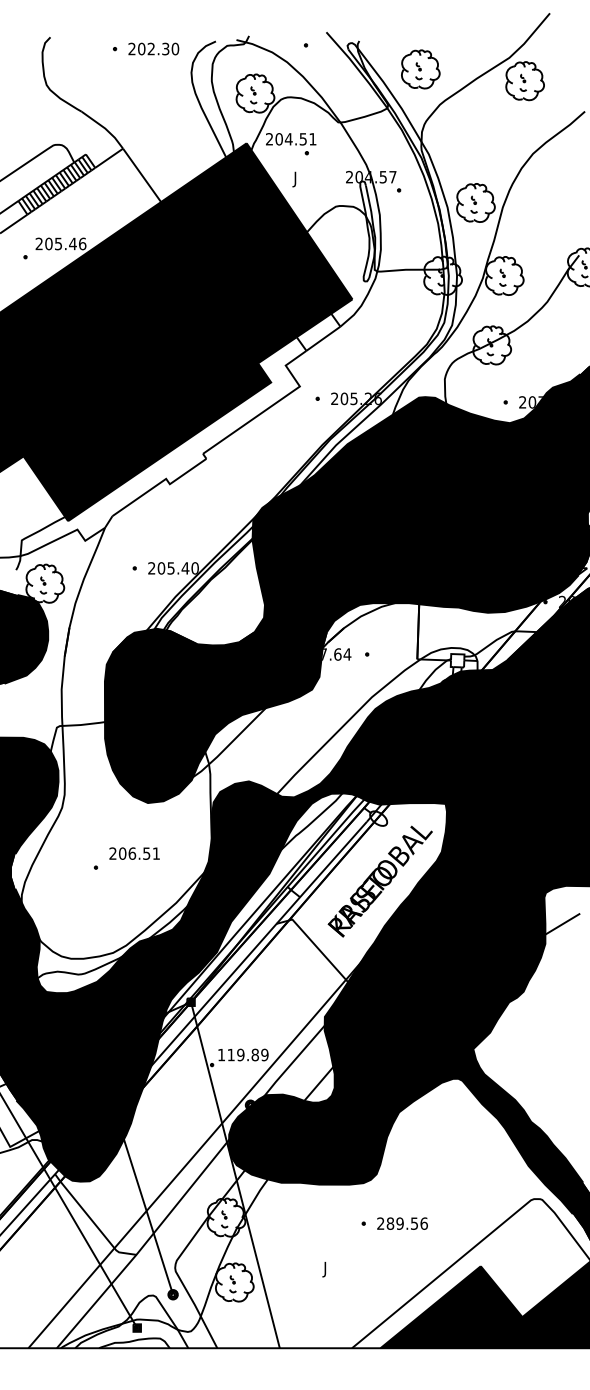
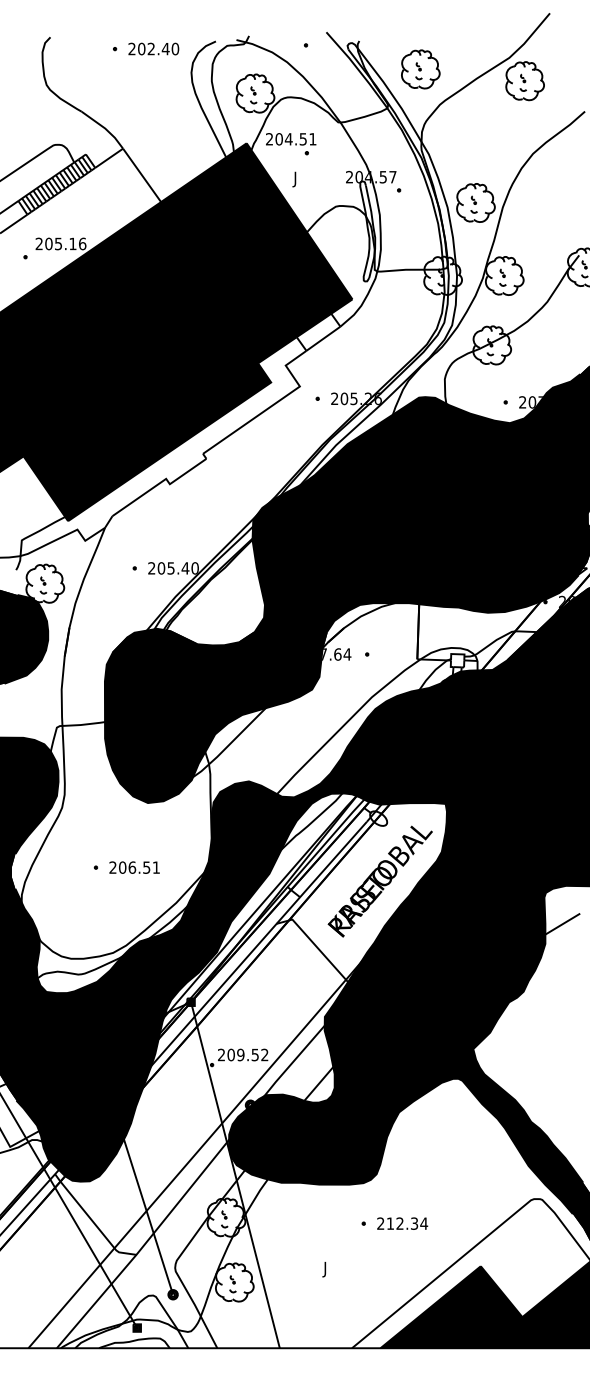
text at (165, 48): 202.30 -> 202.40
text at (72, 243): 205.46 -> 205.16
text at (134, 853) position: (134, 853) -> (134, 867)
text at (243, 1054): 119.89 -> 209.52
text at (407, 1223): 289.56 -> 212.34
